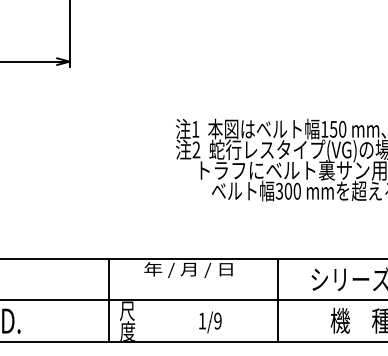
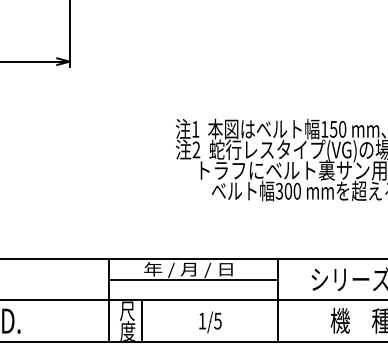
line at (193, 279): none -> present
line at (142, 320): none -> present
text at (217, 320): 1/9 -> 1/5
